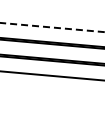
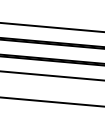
line at (52, 27): dashed -> solid
line at (51, 101): none -> present
